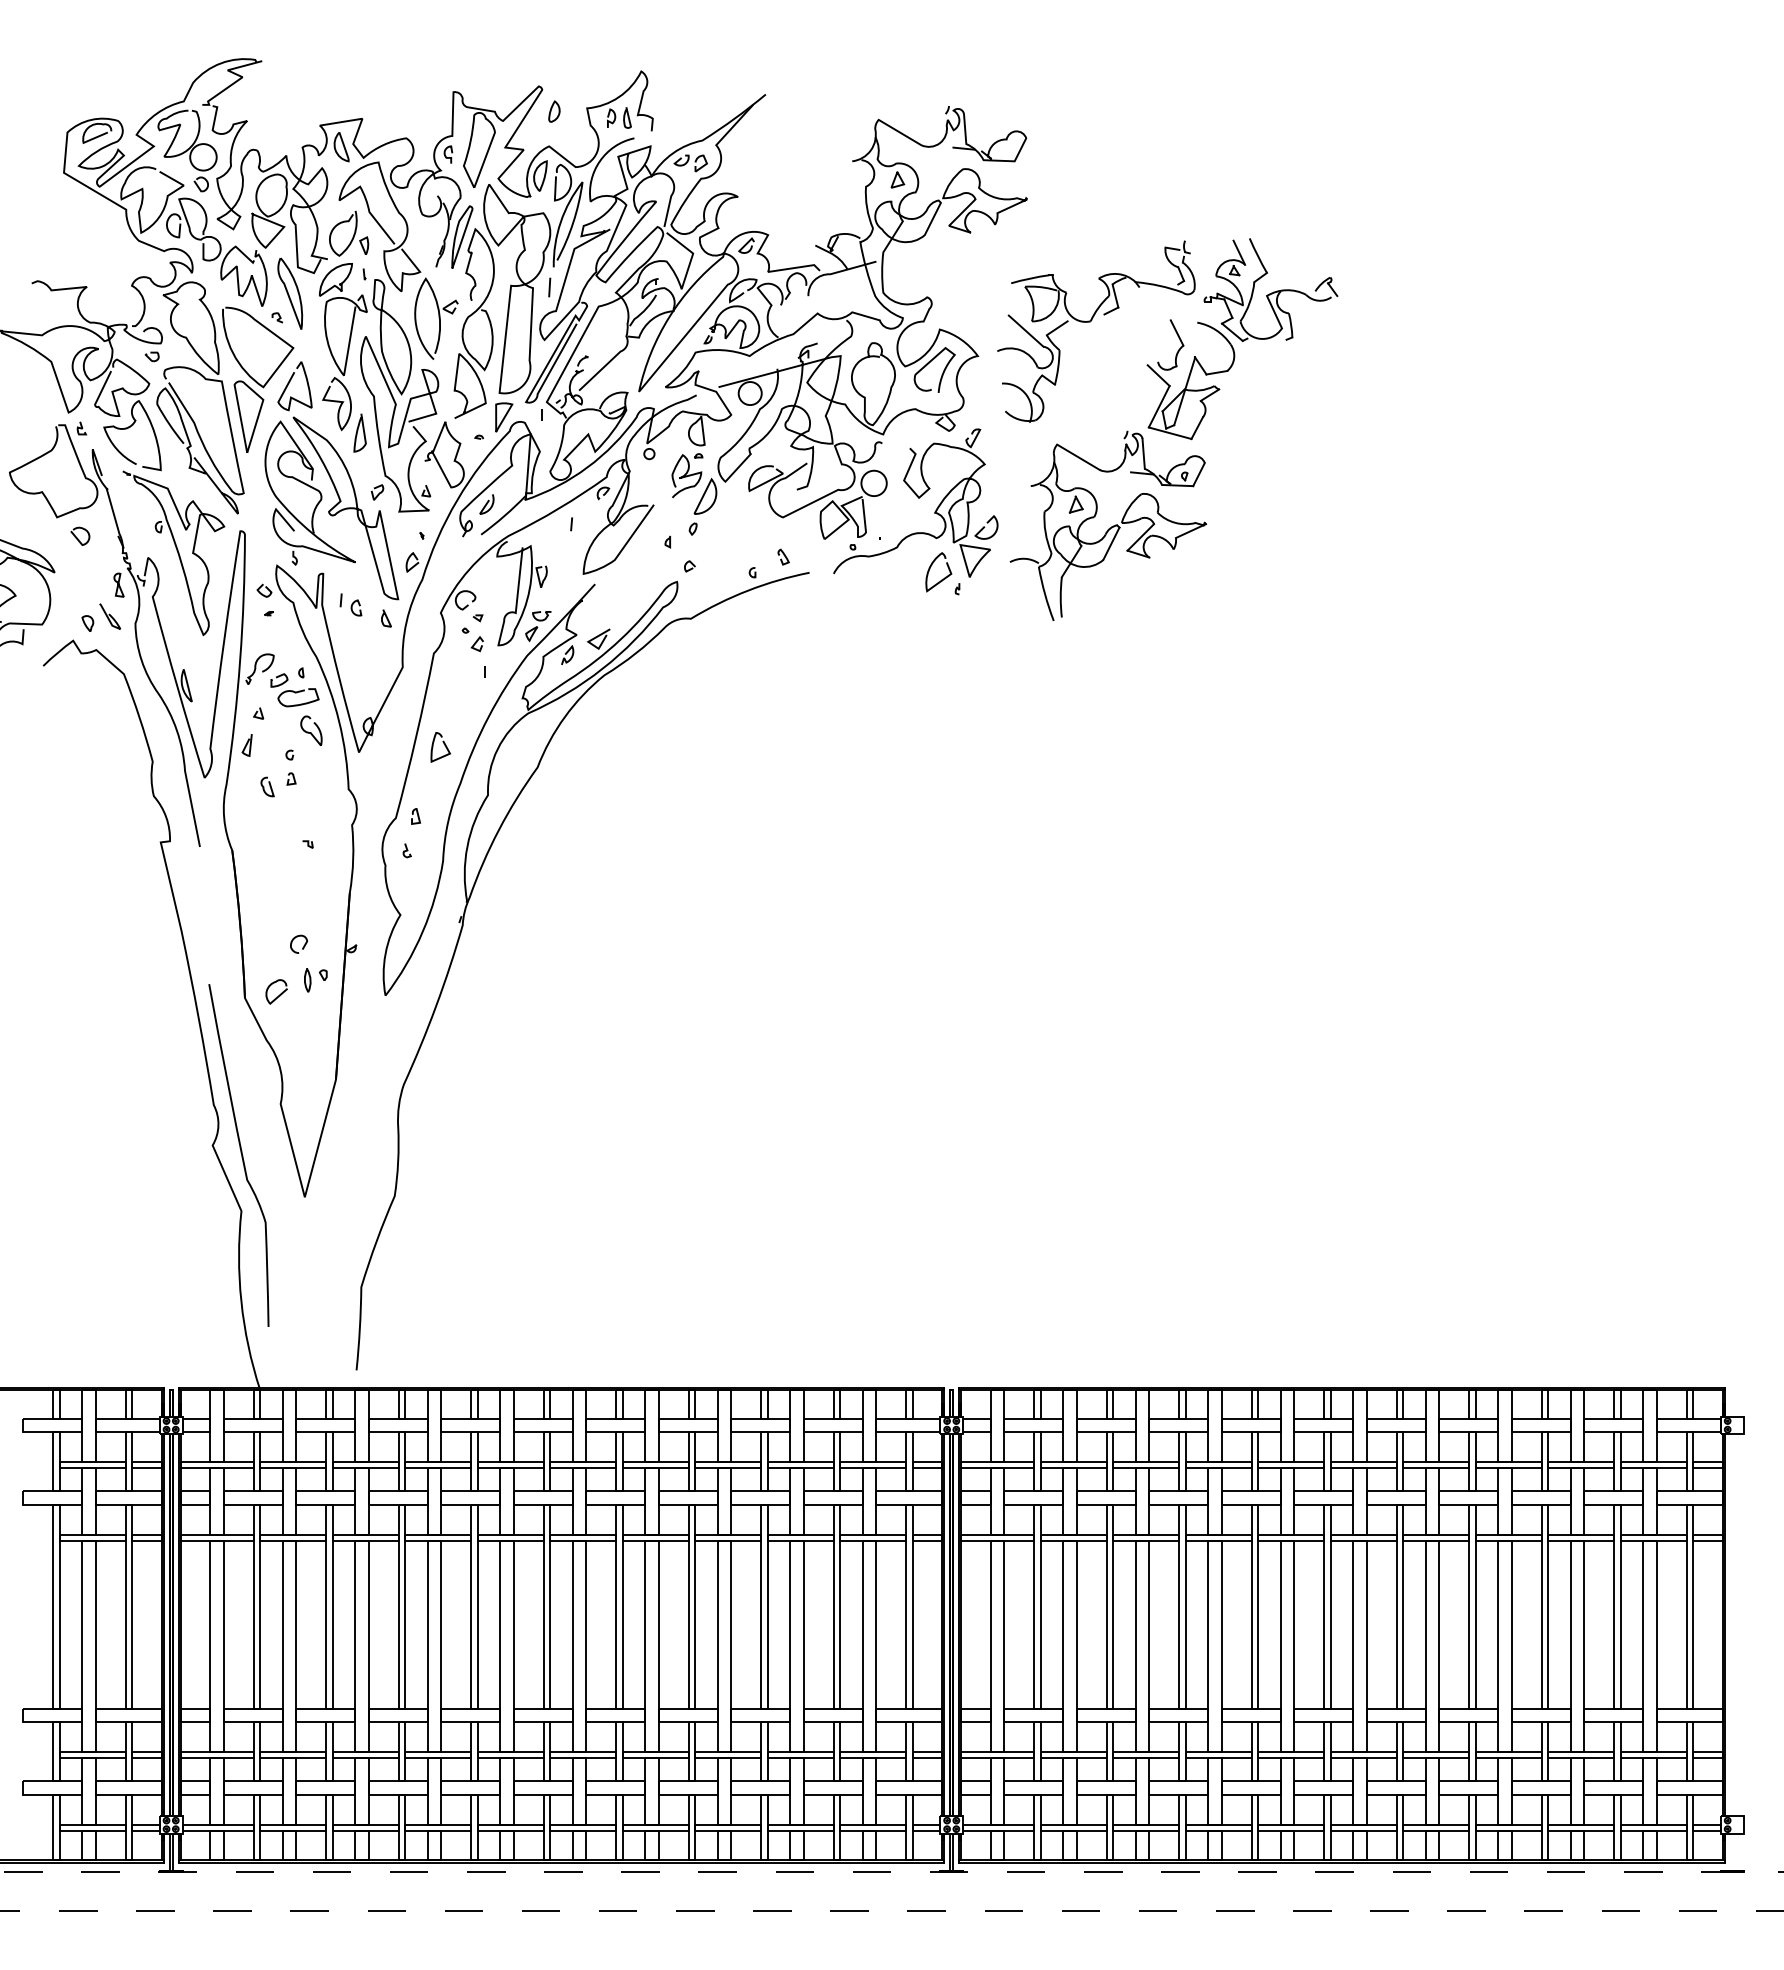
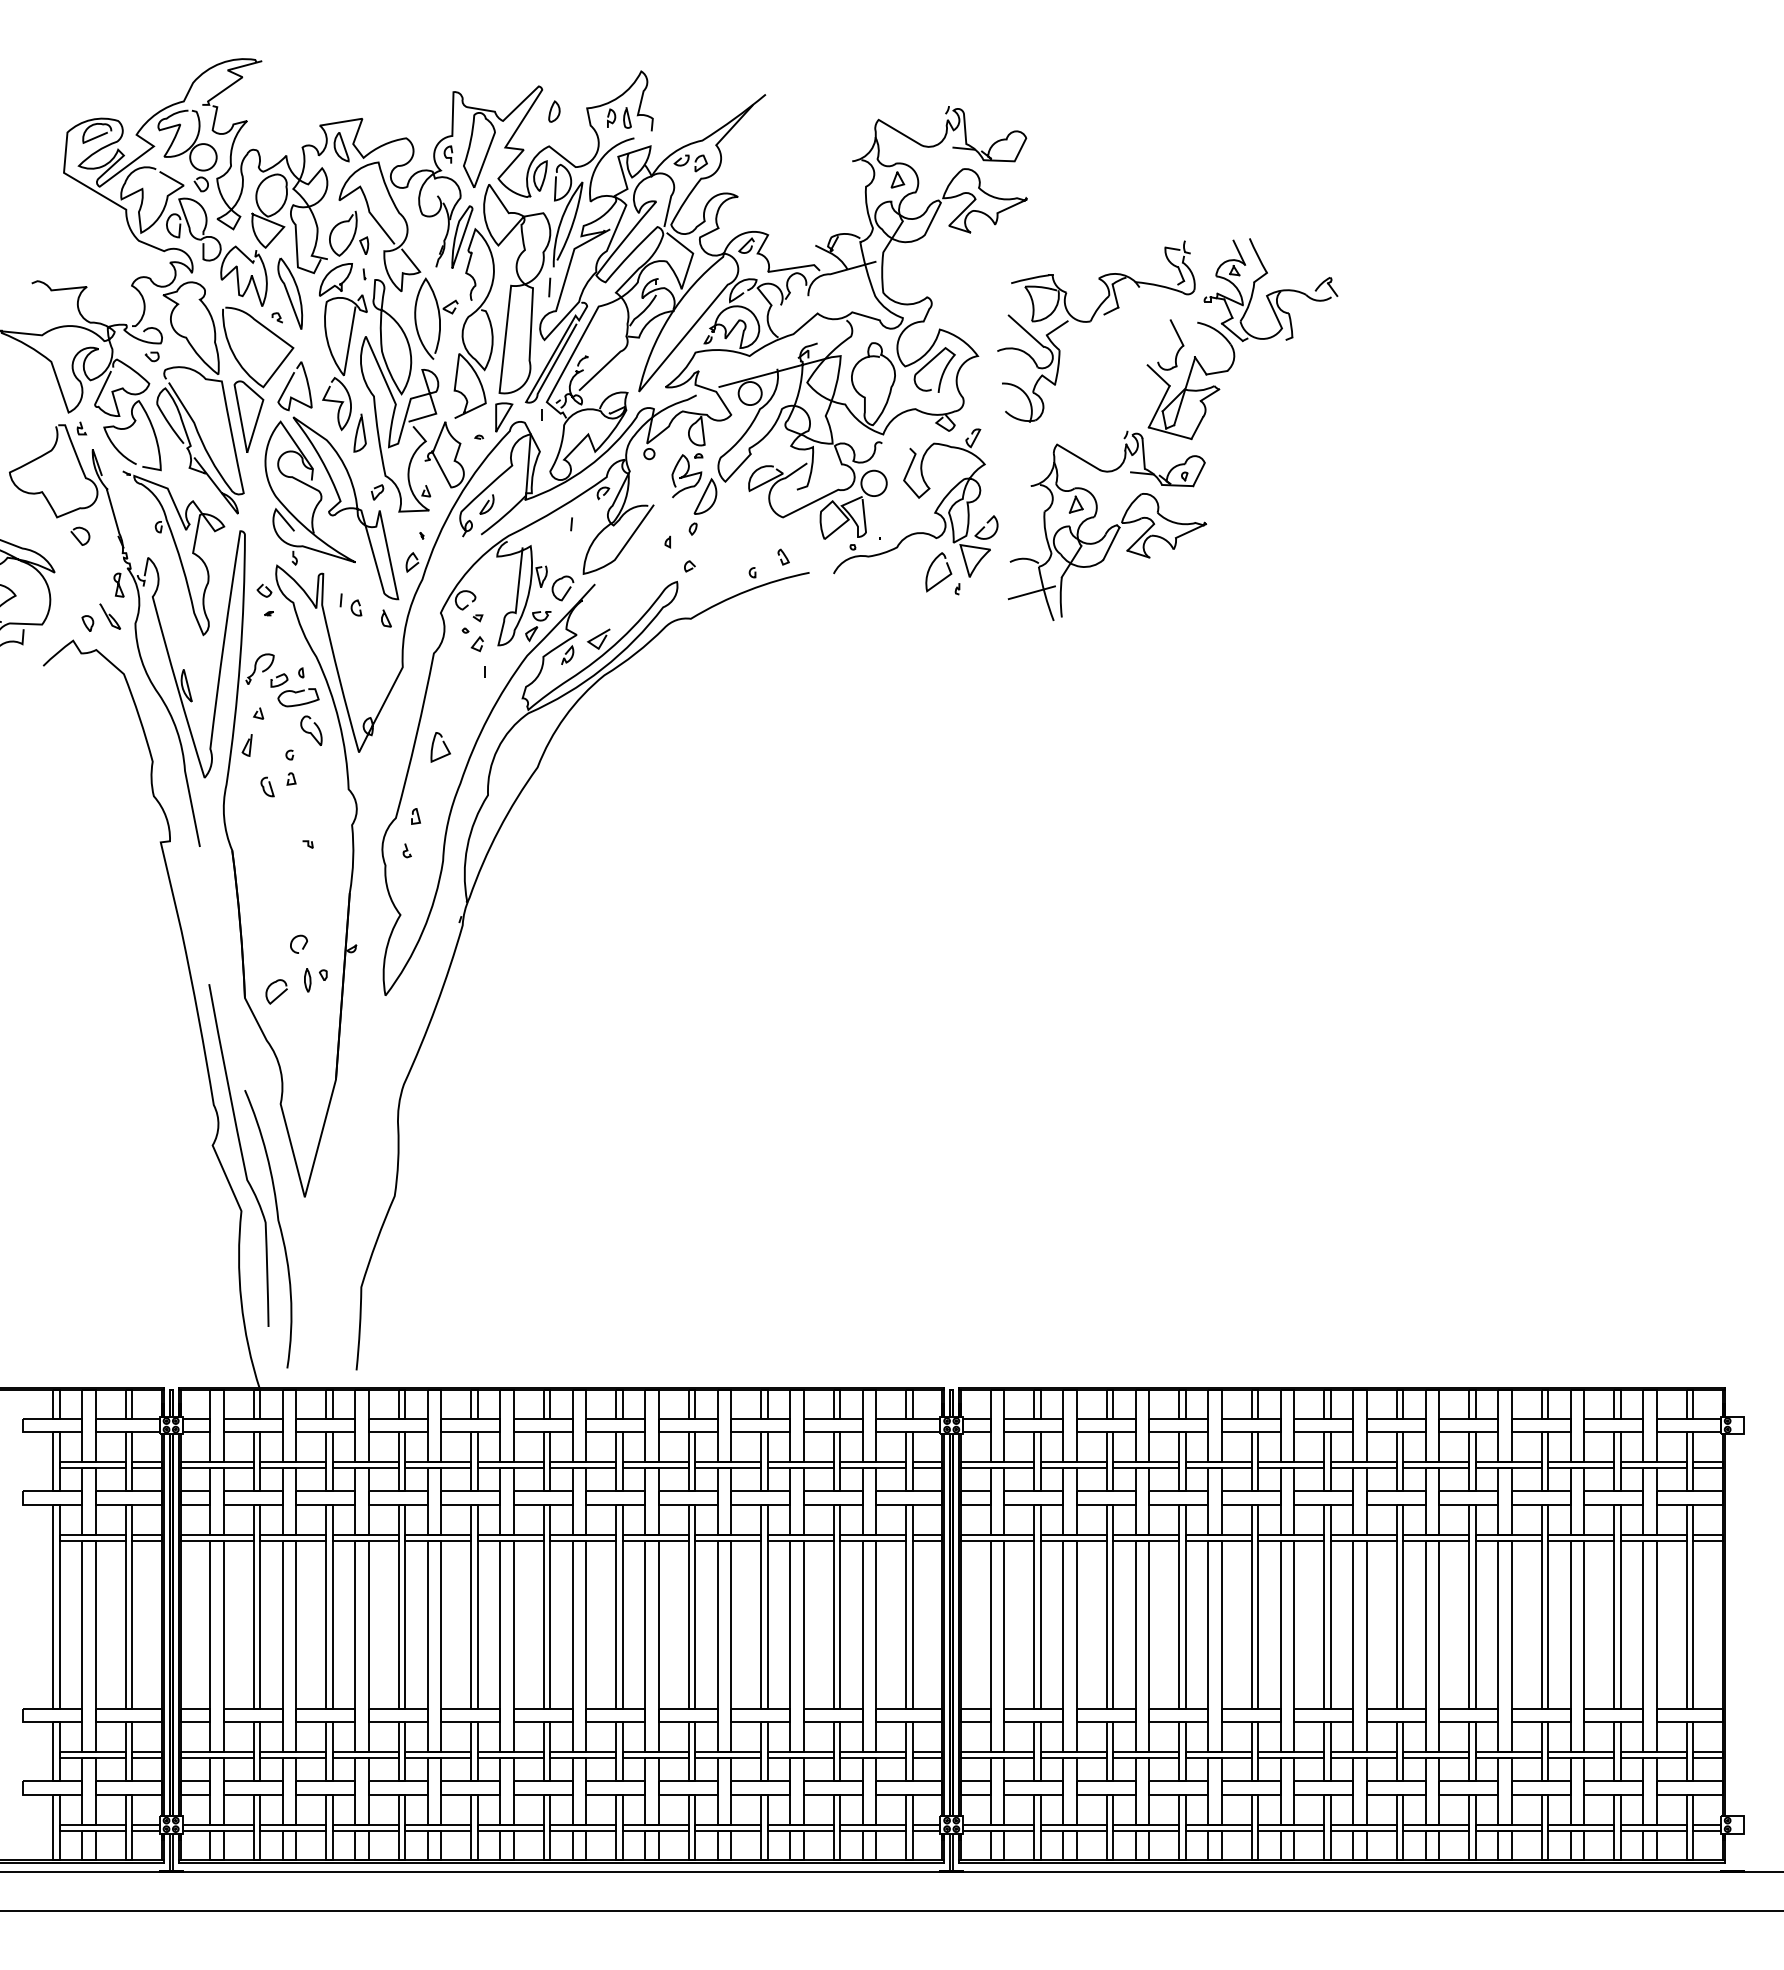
curve at (566, 591): none -> present
line at (1031, 592): none -> present
curve at (278, 1225): none -> present
line at (891, 1872): dashed -> solid
line at (892, 1910): dashed -> solid
